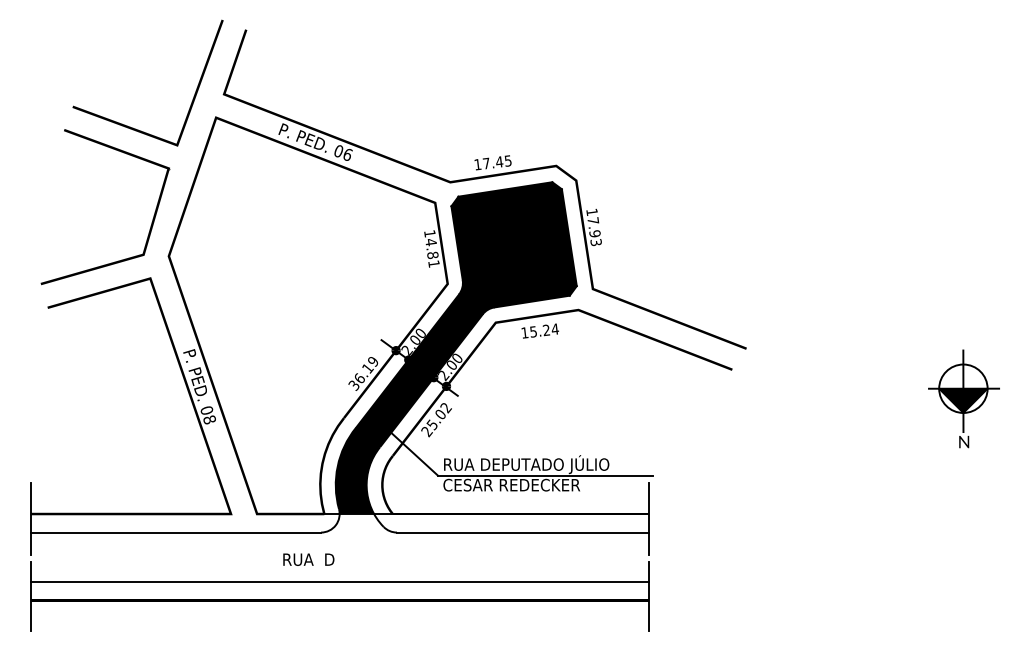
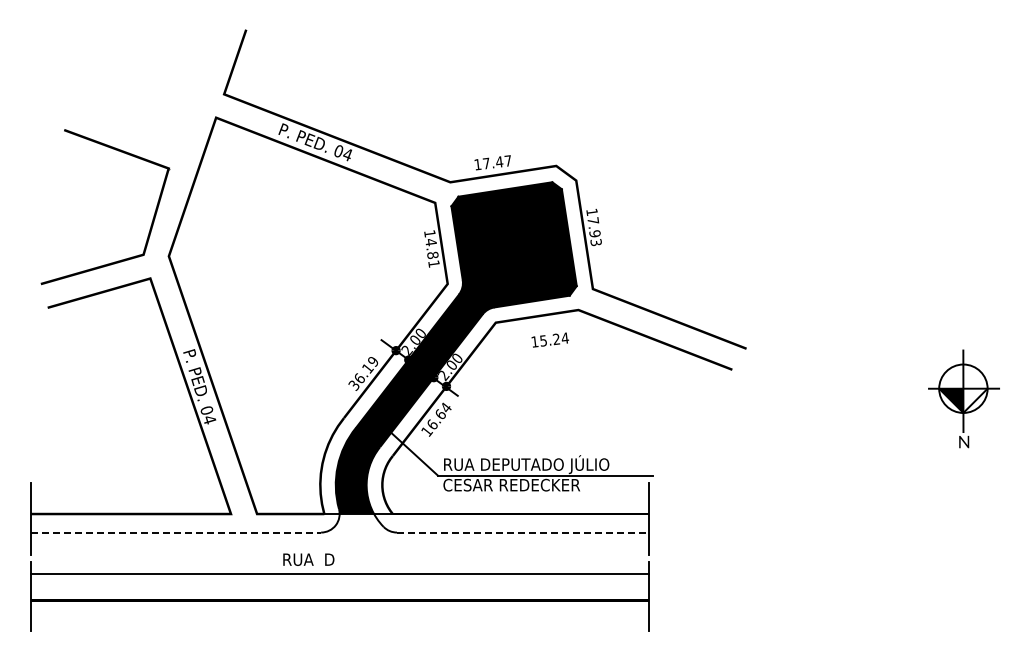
line at (133, 127): present -> none
text at (347, 155): 06 -> 04
text at (507, 160): 17.45 -> 17.47
text at (540, 330) position: (540, 330) -> (550, 339)
fill at (975, 400): present -> none
text at (209, 419): 08 -> 04
text at (436, 419): 25.02 -> 16.64
line at (176, 532): solid -> dashed
line at (522, 532): solid -> dashed
line at (339, 581) position: (339, 581) -> (339, 573)
